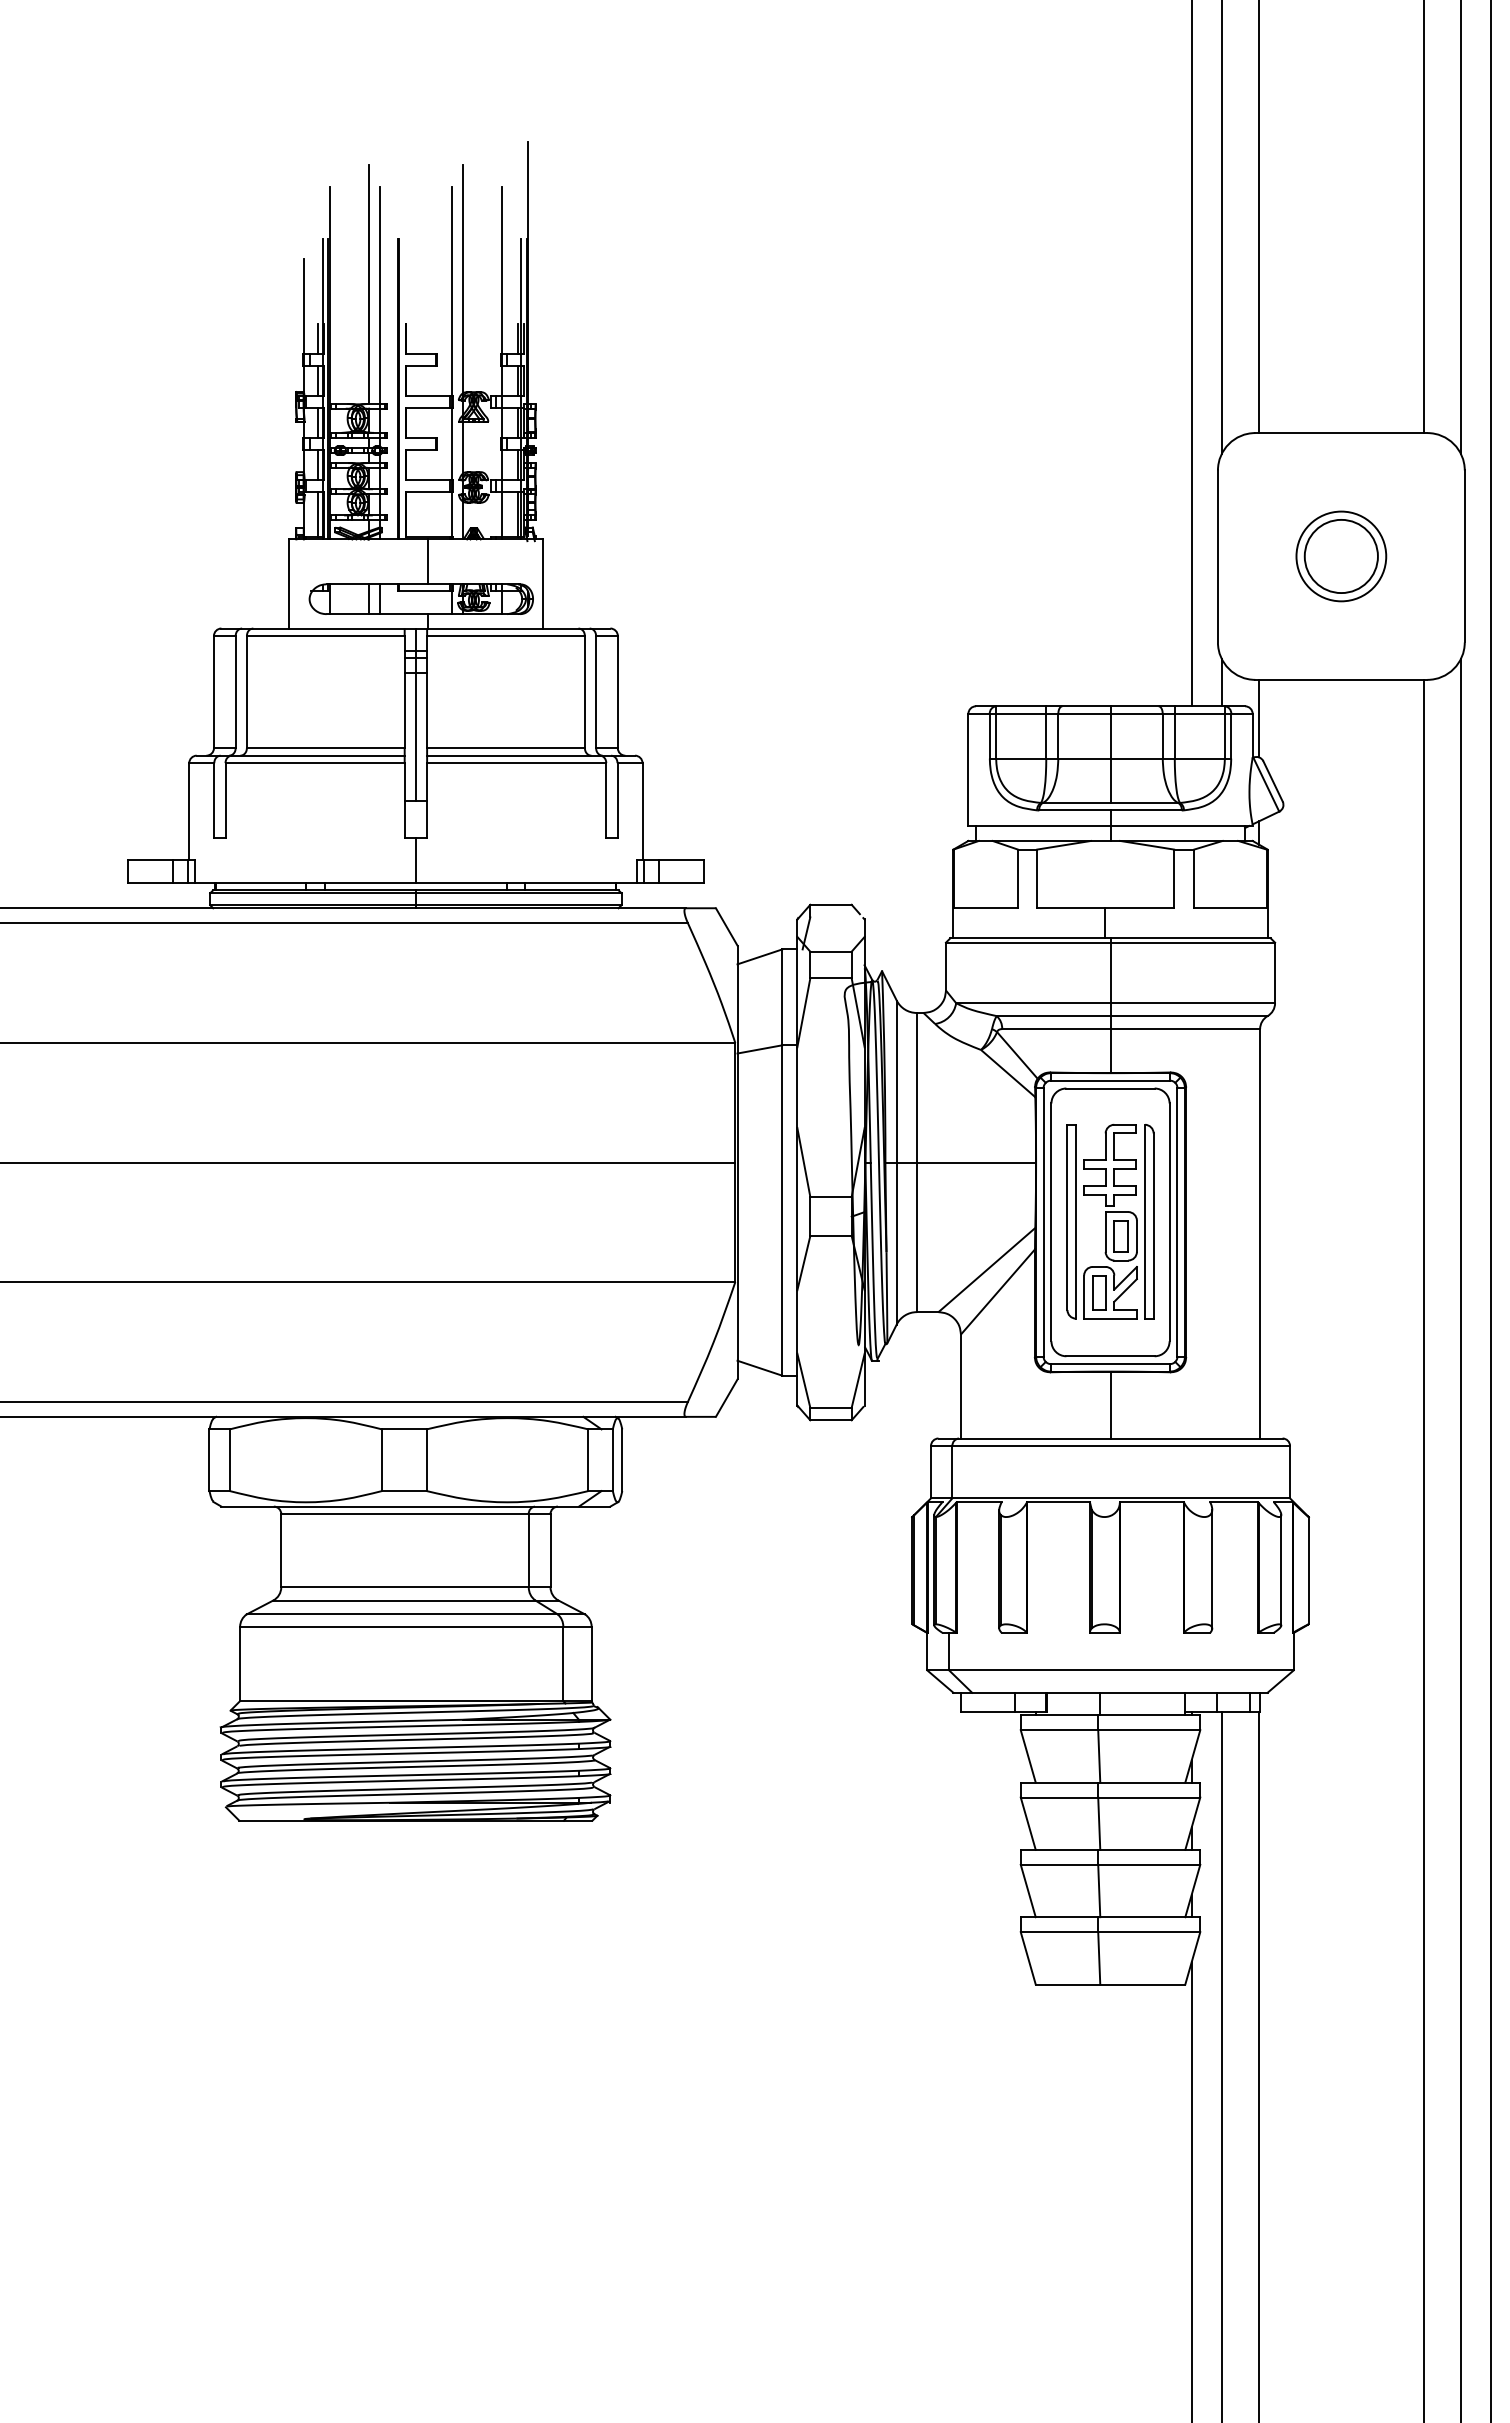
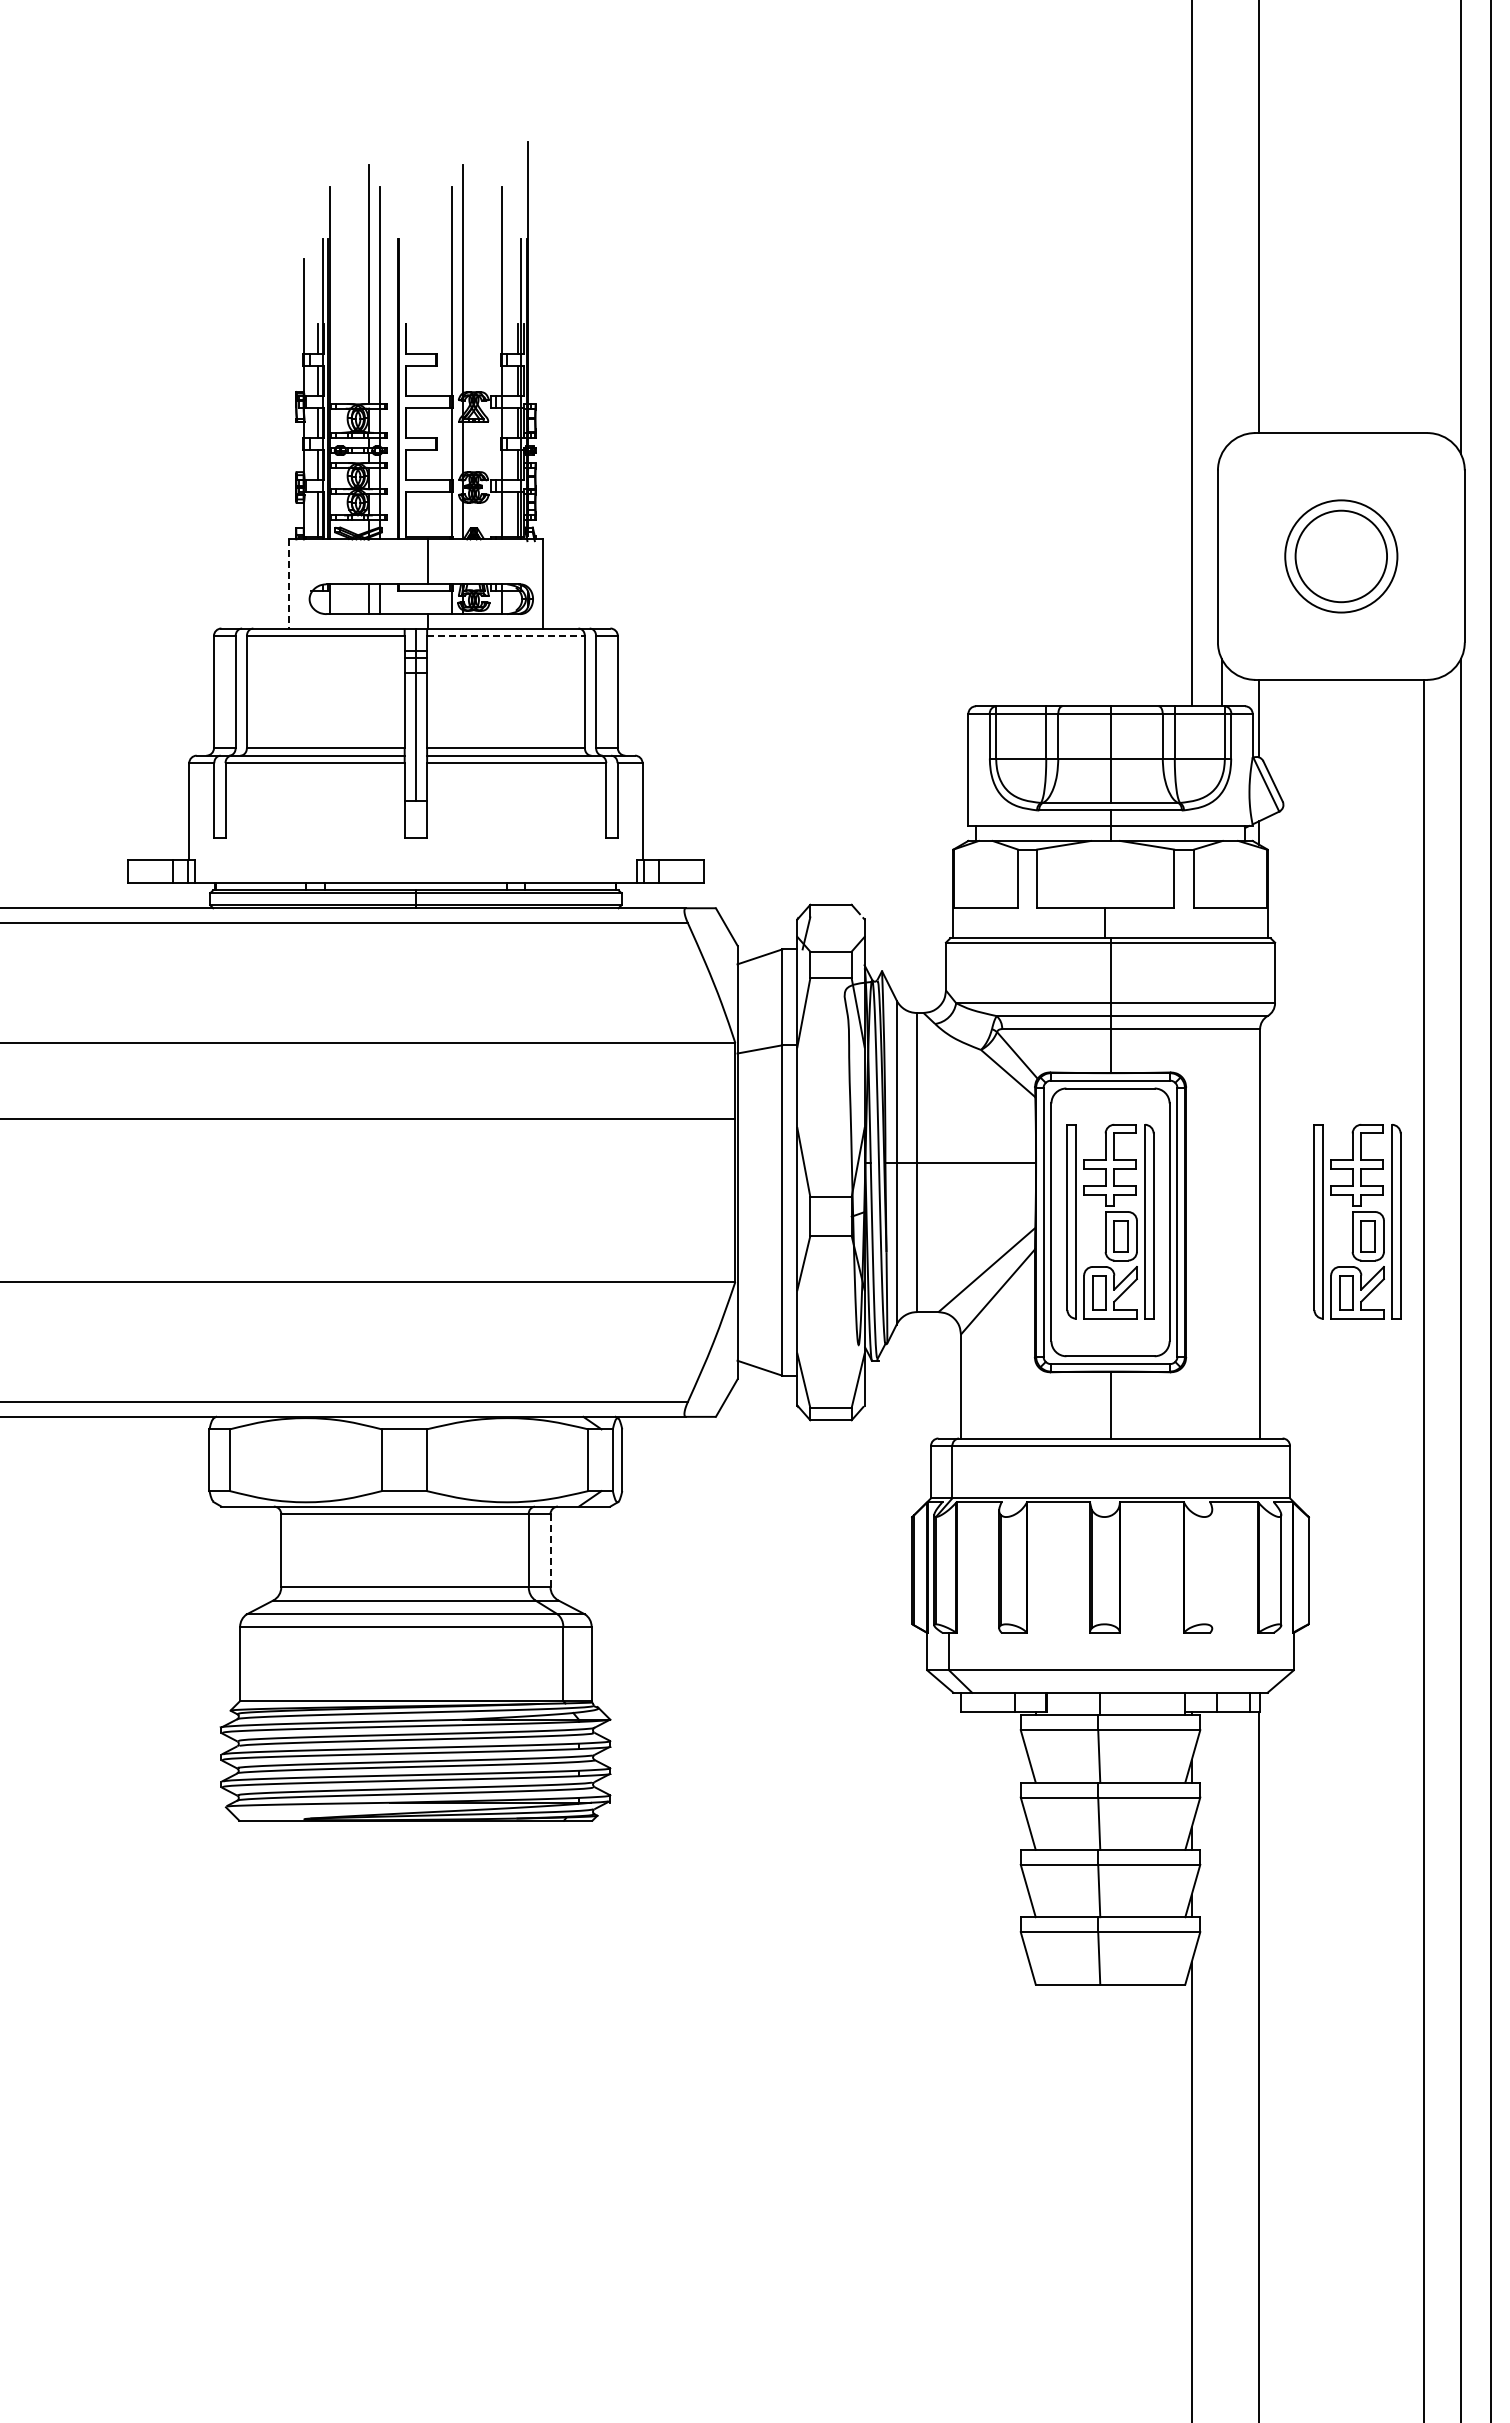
line at (1423, 217): present -> none
line at (1221, 228): present -> none
part at (1341, 556) size: 93x93 px -> 115x115 px
line at (288, 583): solid -> dashed
line at (506, 636): solid -> dashed
line at (415, 859): present -> none
line at (368, 1162) position: (368, 1162) -> (368, 1118)
part at (1357, 1221): none -> present
line at (550, 1550): solid -> dashed
line at (1212, 1568): present -> none
line at (1221, 2065): present -> none
